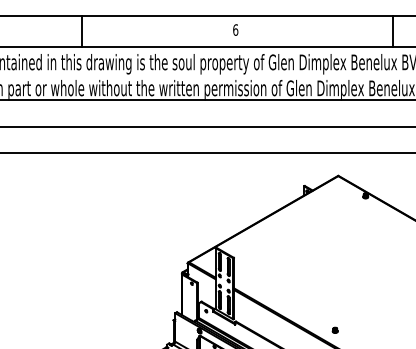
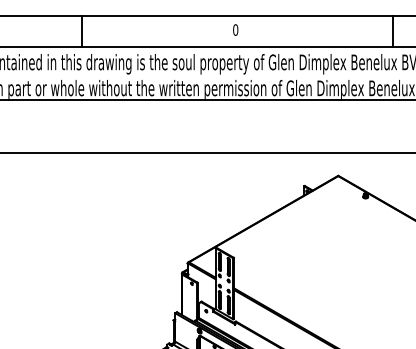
text at (235, 29): 6 -> 0
line at (207, 126): present -> none
part at (334, 329): present -> none
